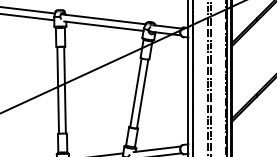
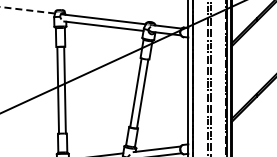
line at (27, 10): solid -> dashed
line at (28, 17): present -> none
